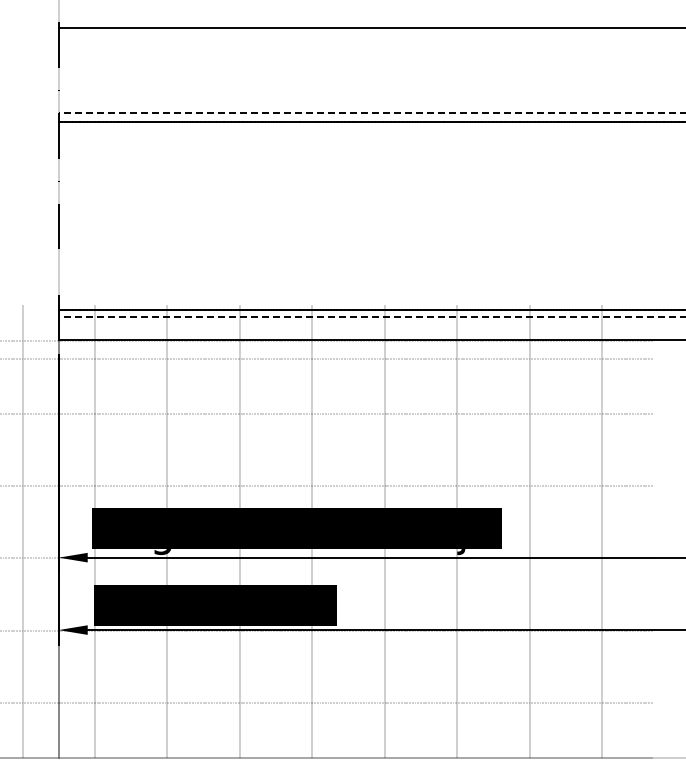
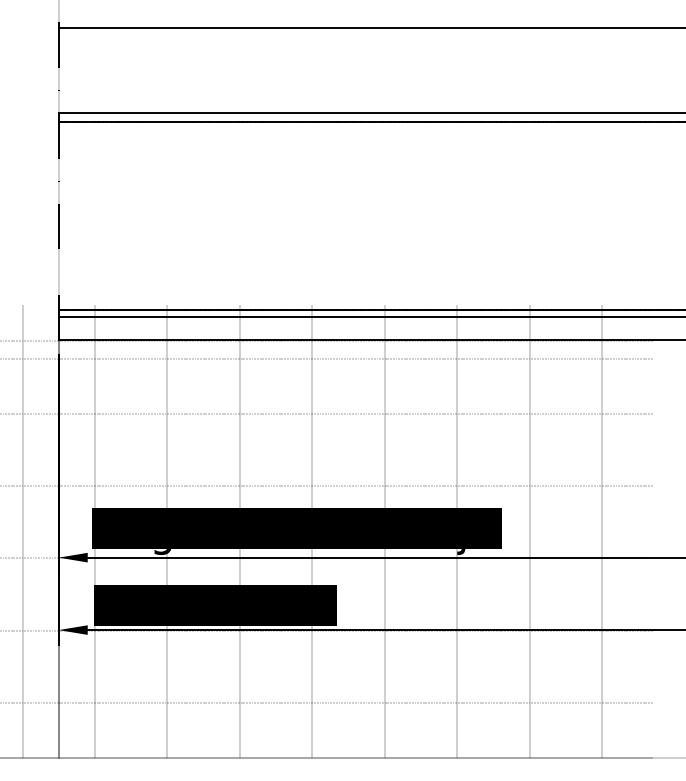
line at (371, 113): dashed -> solid
line at (371, 317): dashed -> solid
